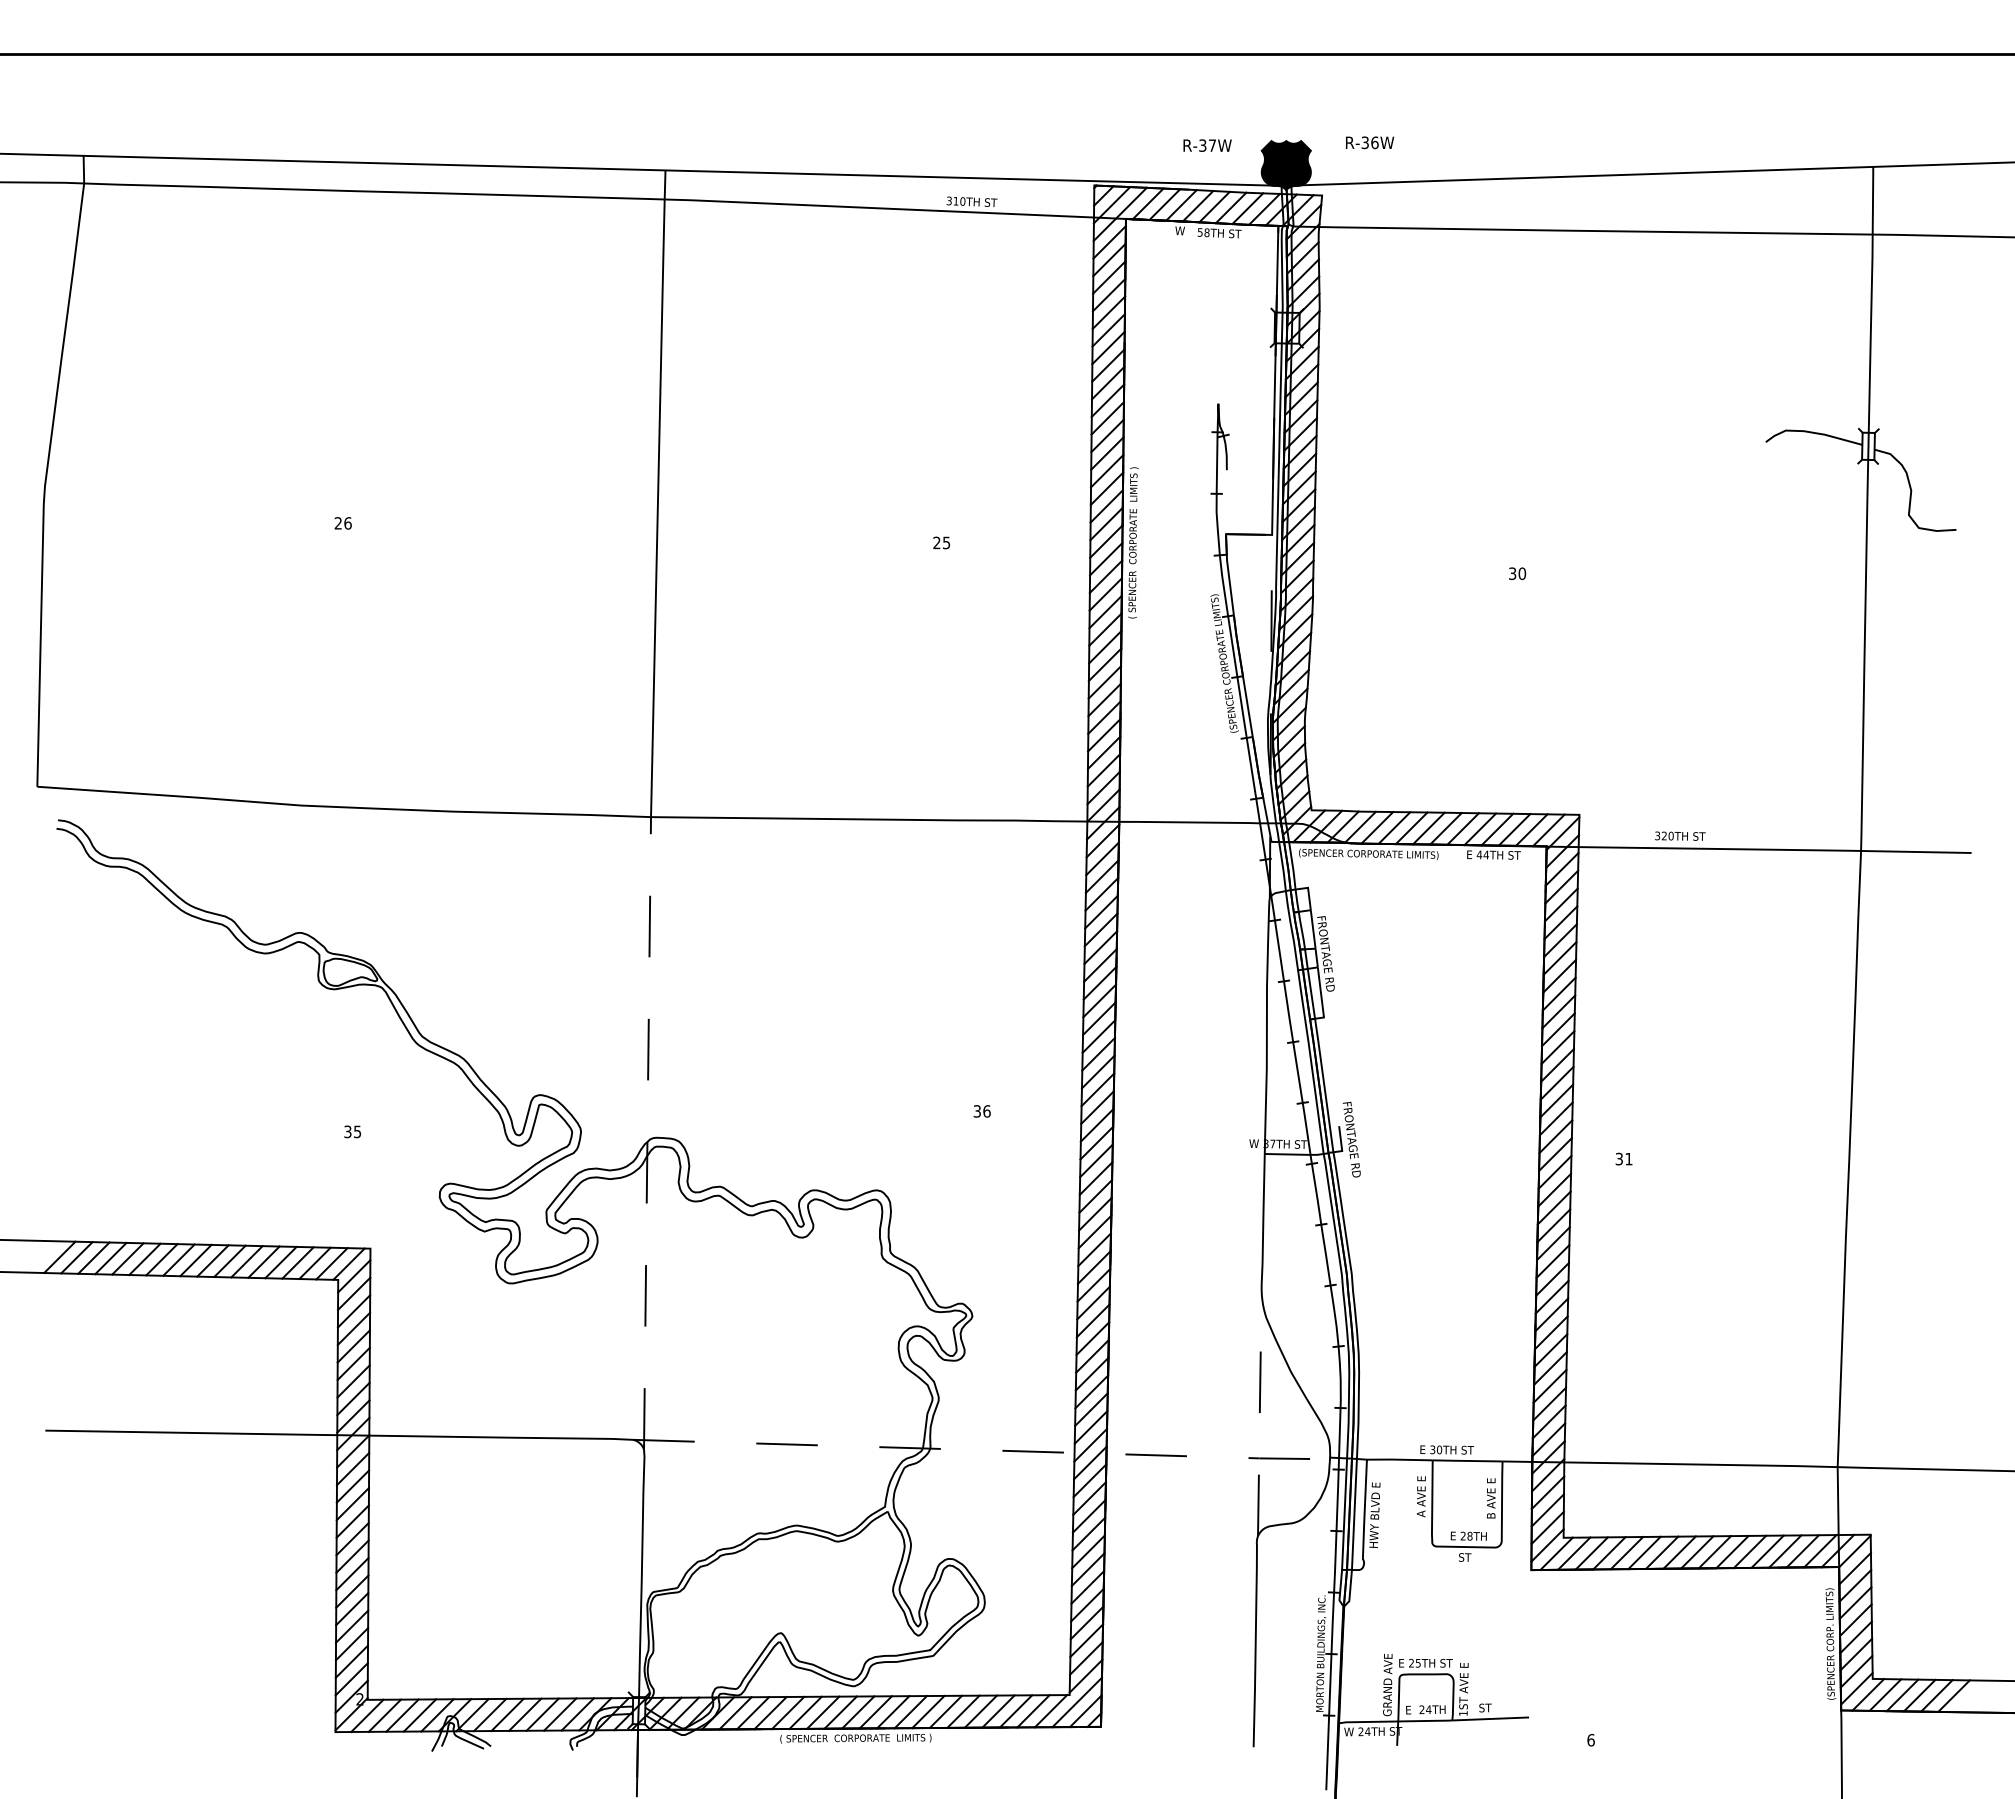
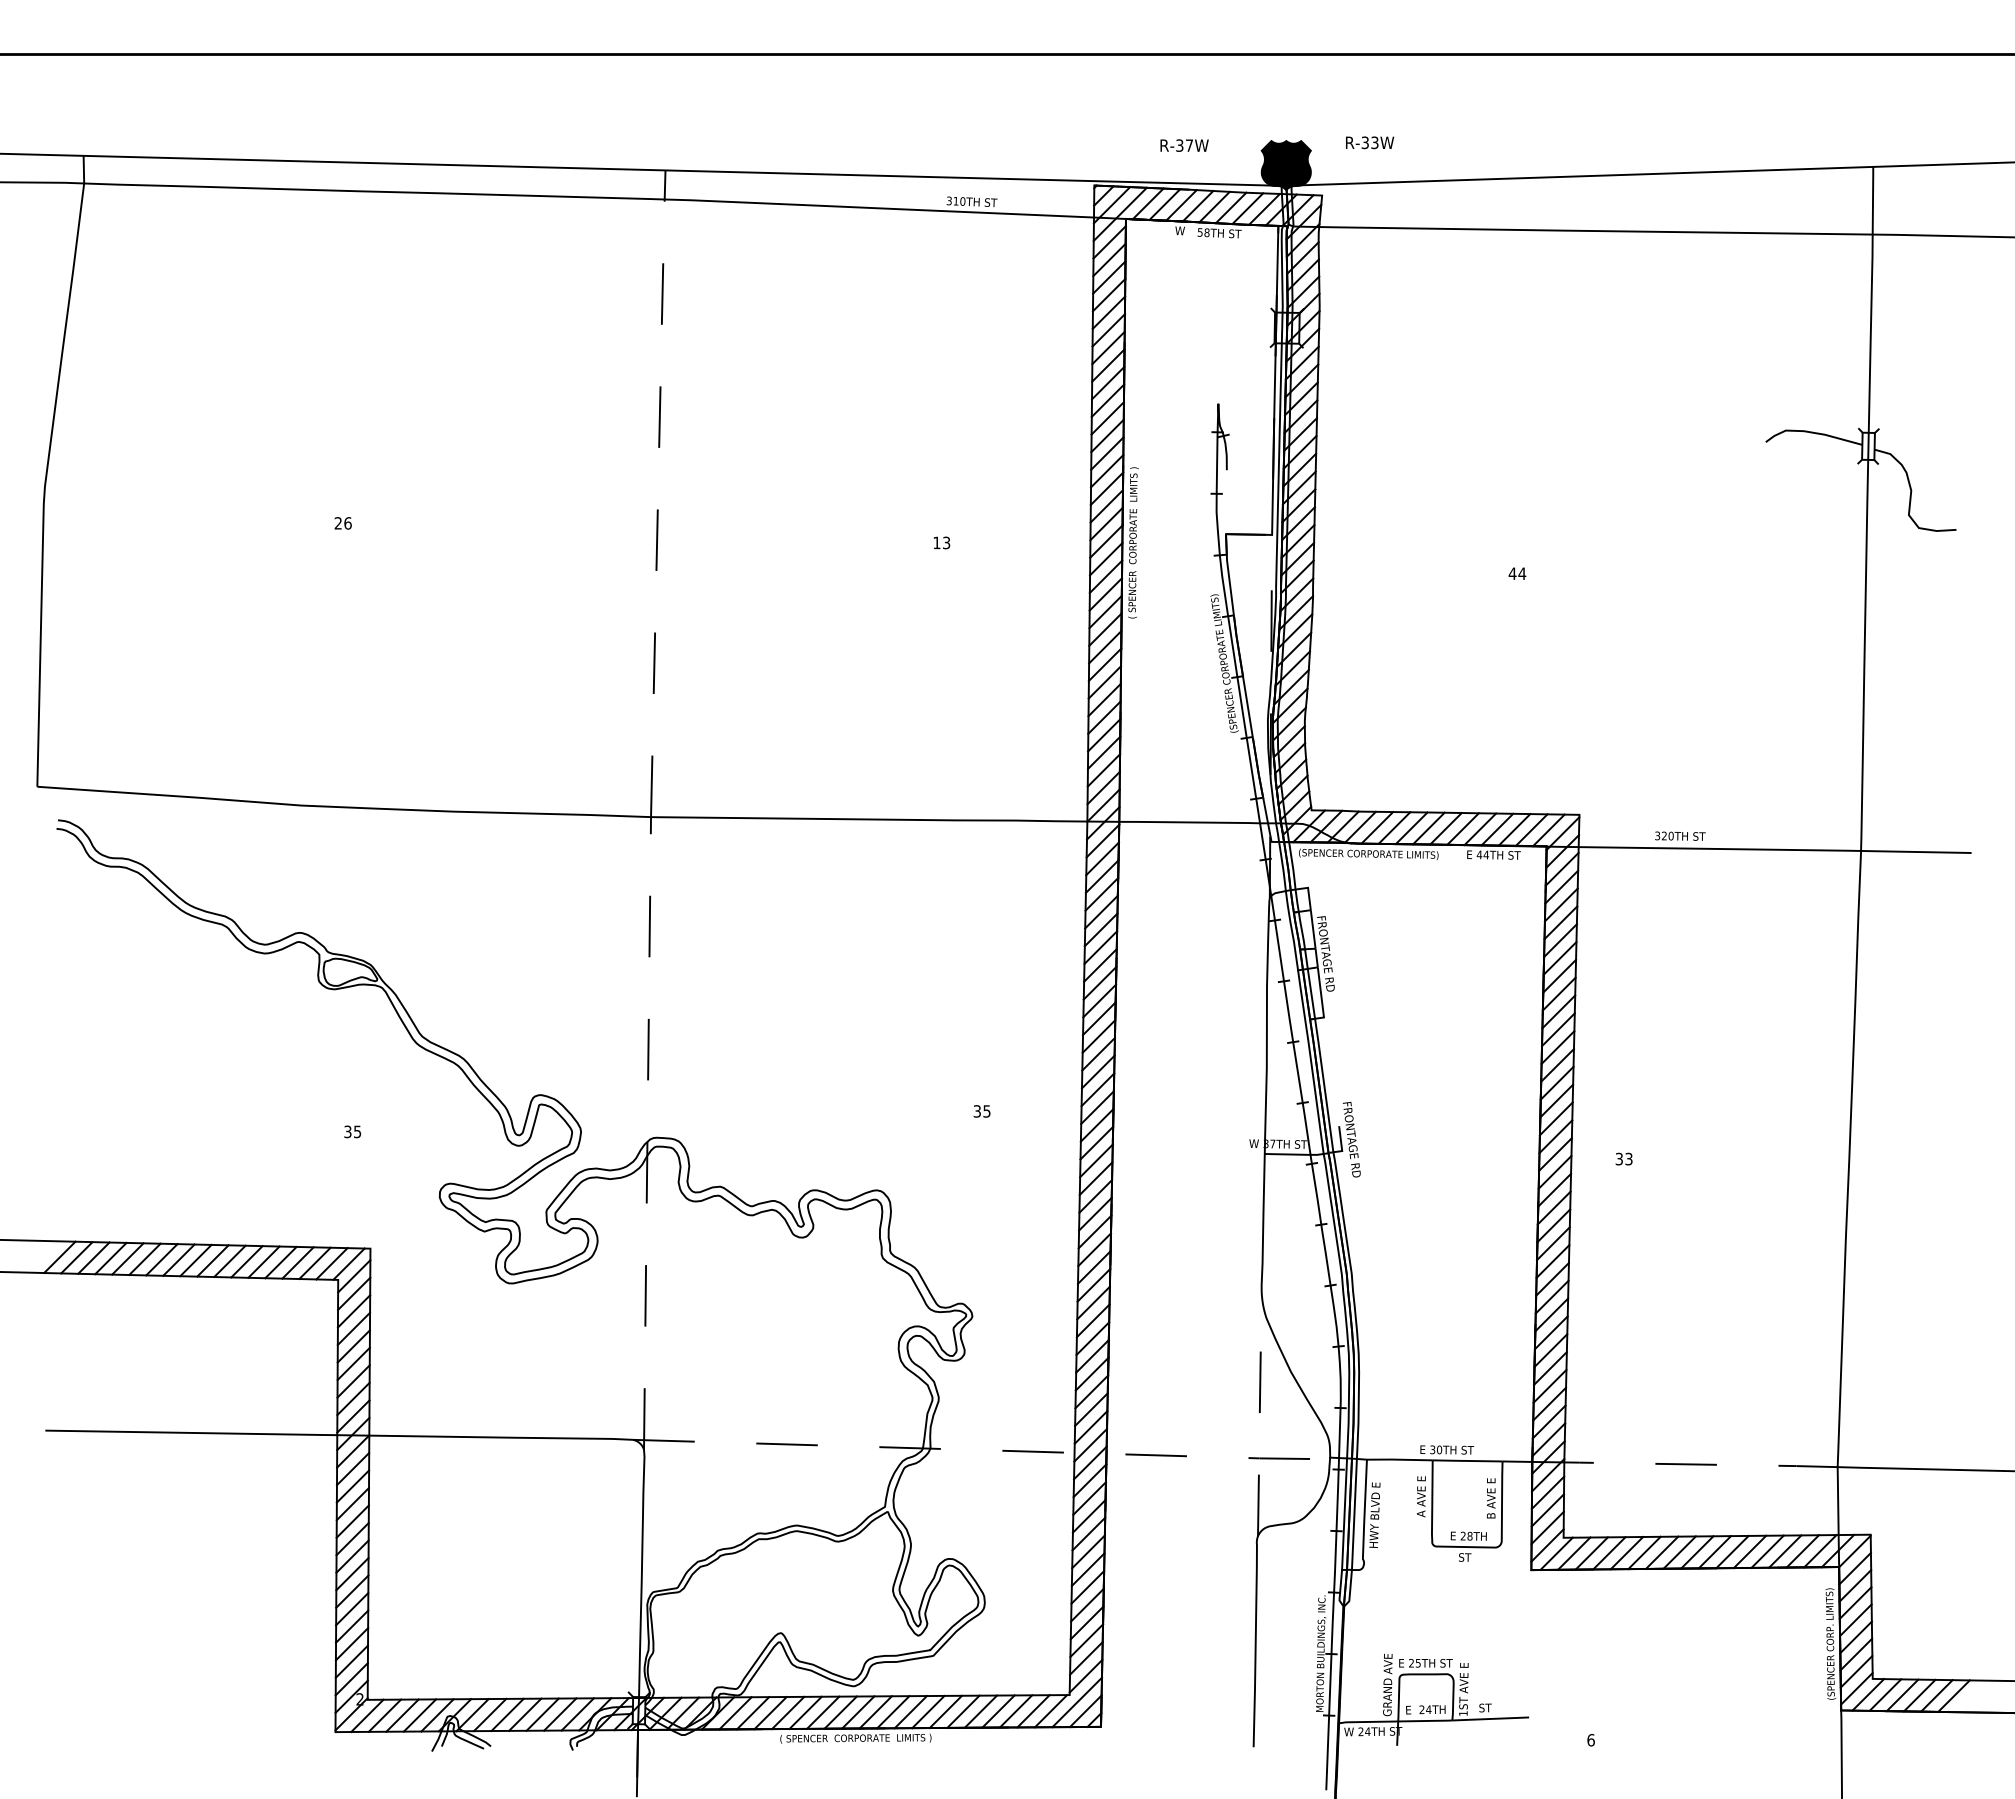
text at (1374, 142): R-36W -> R-33W
text at (1207, 145) position: (1207, 145) -> (1184, 145)
line at (657, 507): solid -> dashed
text at (941, 542): 25 -> 13
text at (1517, 573): 30 -> 44
text at (986, 1111): 36 -> 35
text at (1628, 1158): 31 -> 33
line at (1685, 1464): solid -> dashed
